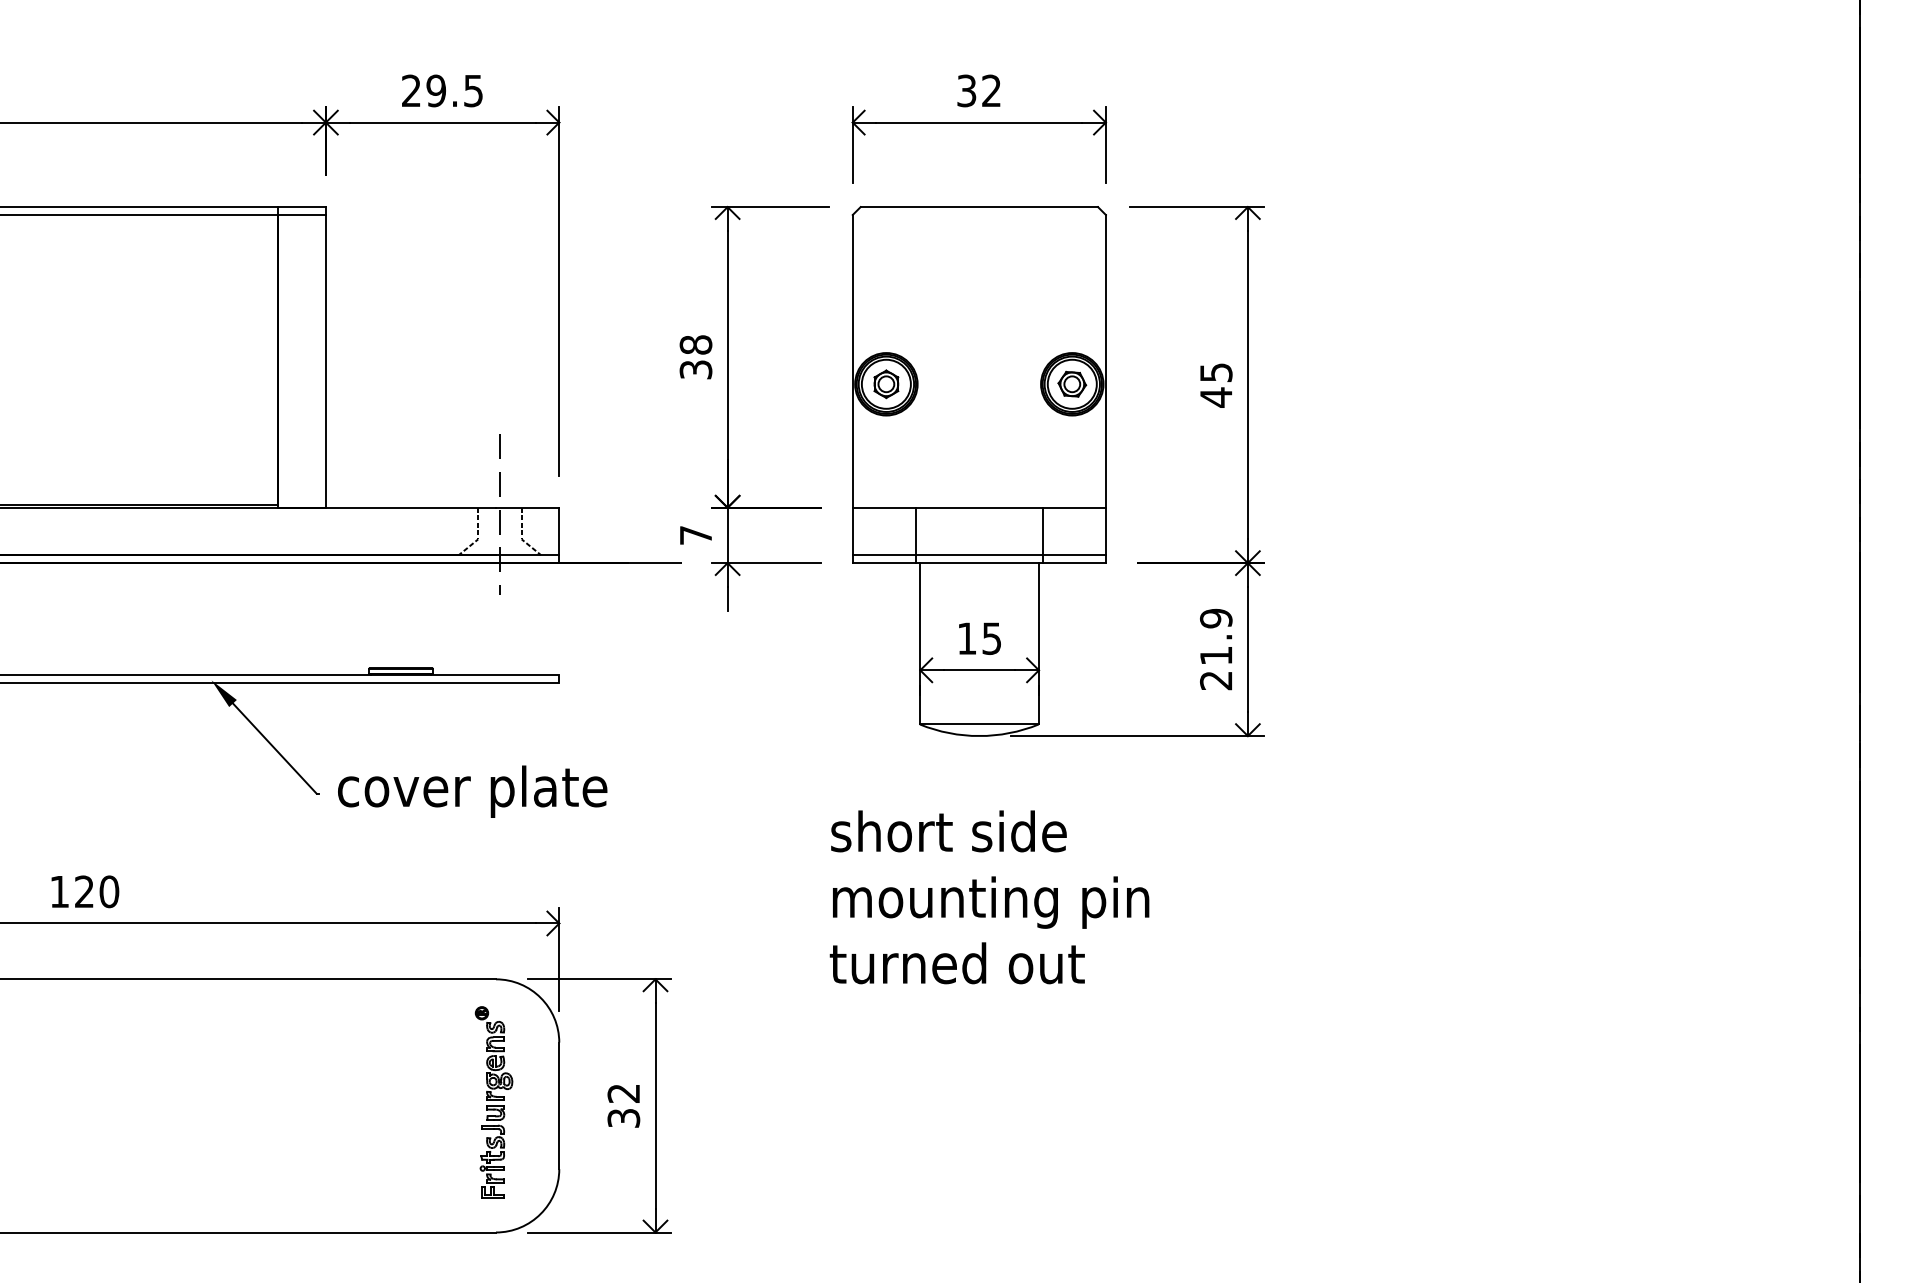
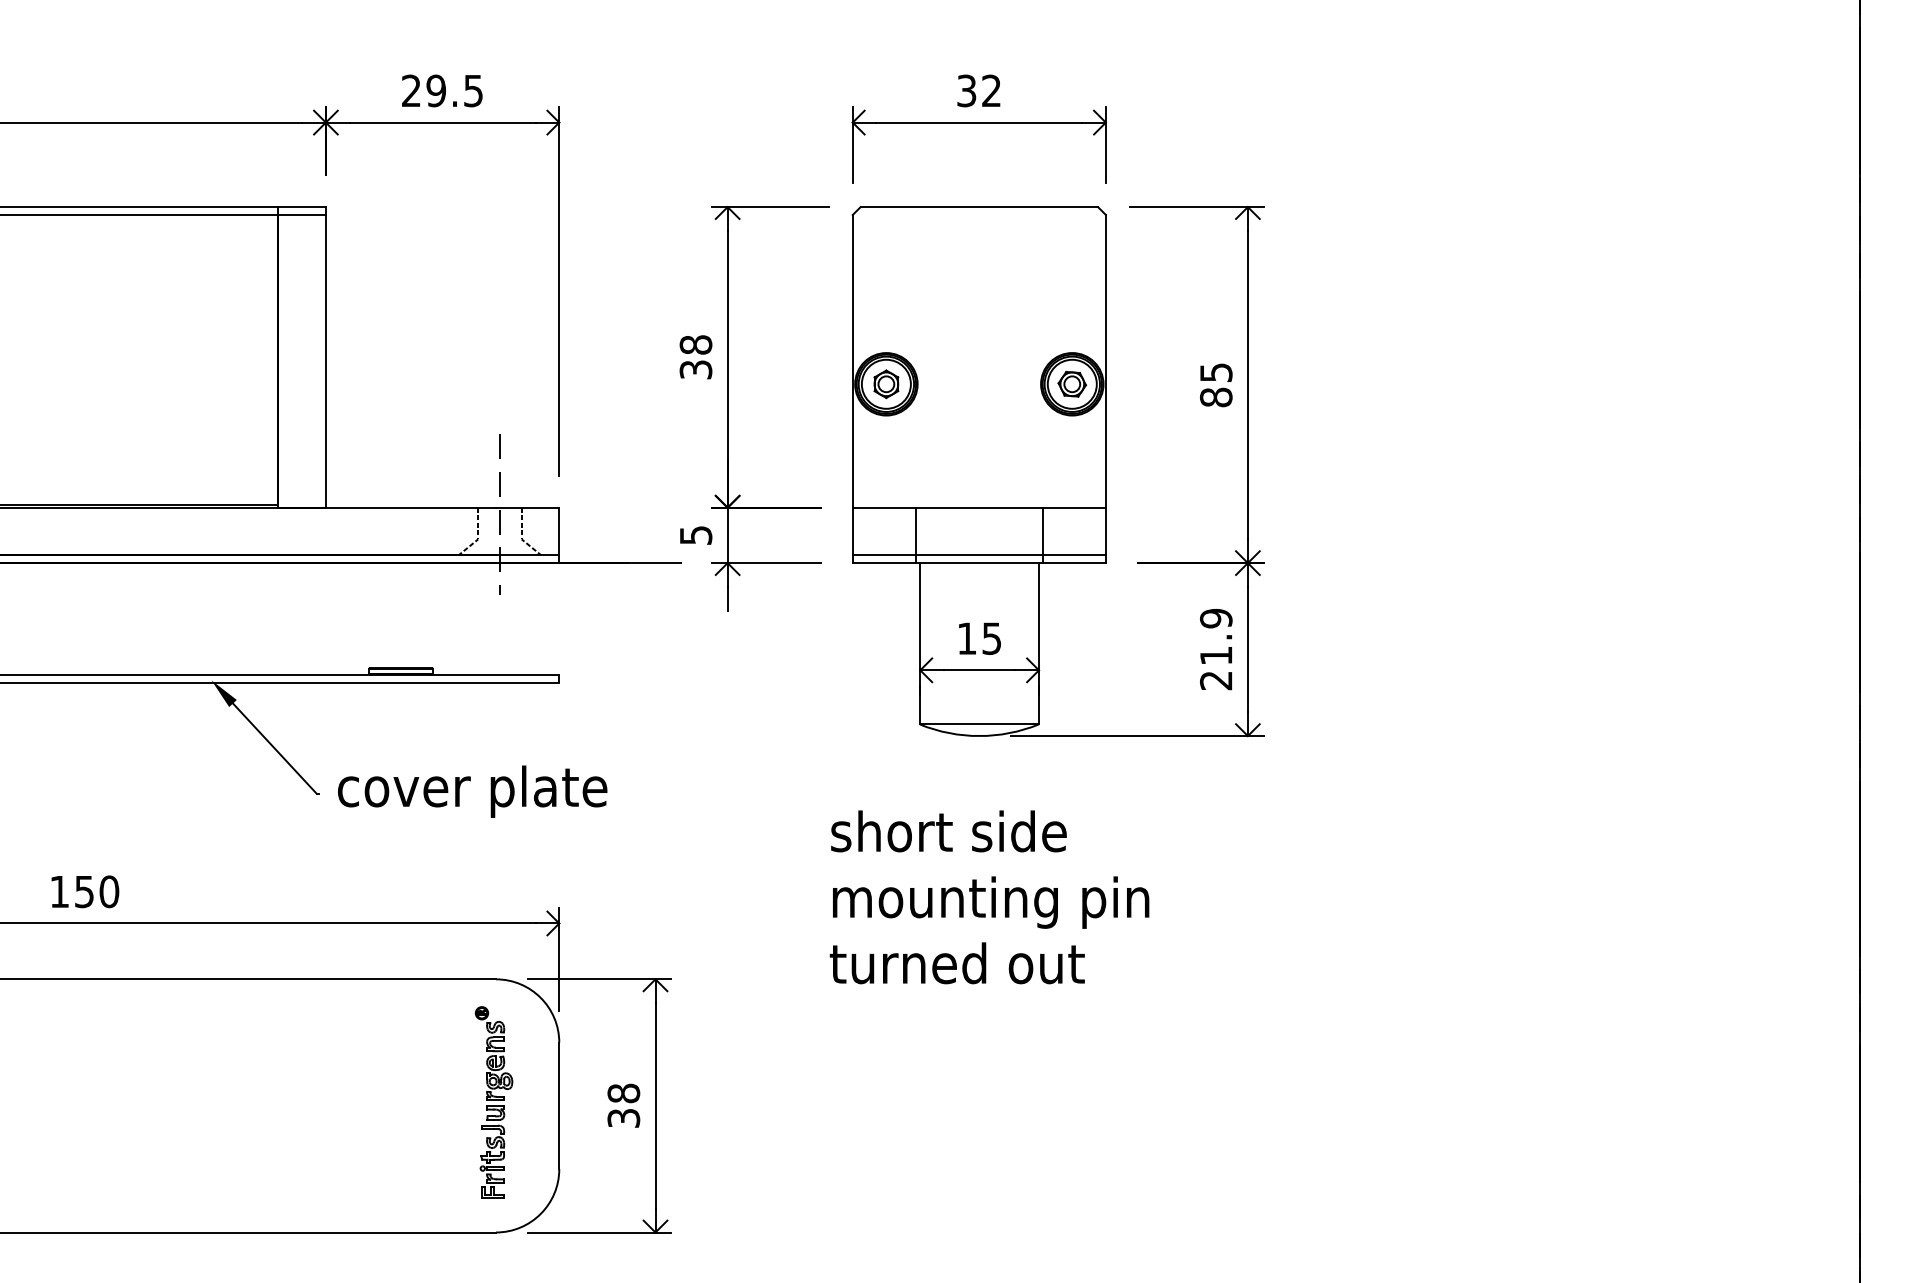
text at (1215, 397): 45 -> 85
text at (696, 535): 7 -> 5
text at (84, 891): 120 -> 150
text at (623, 1093): 32 -> 38
